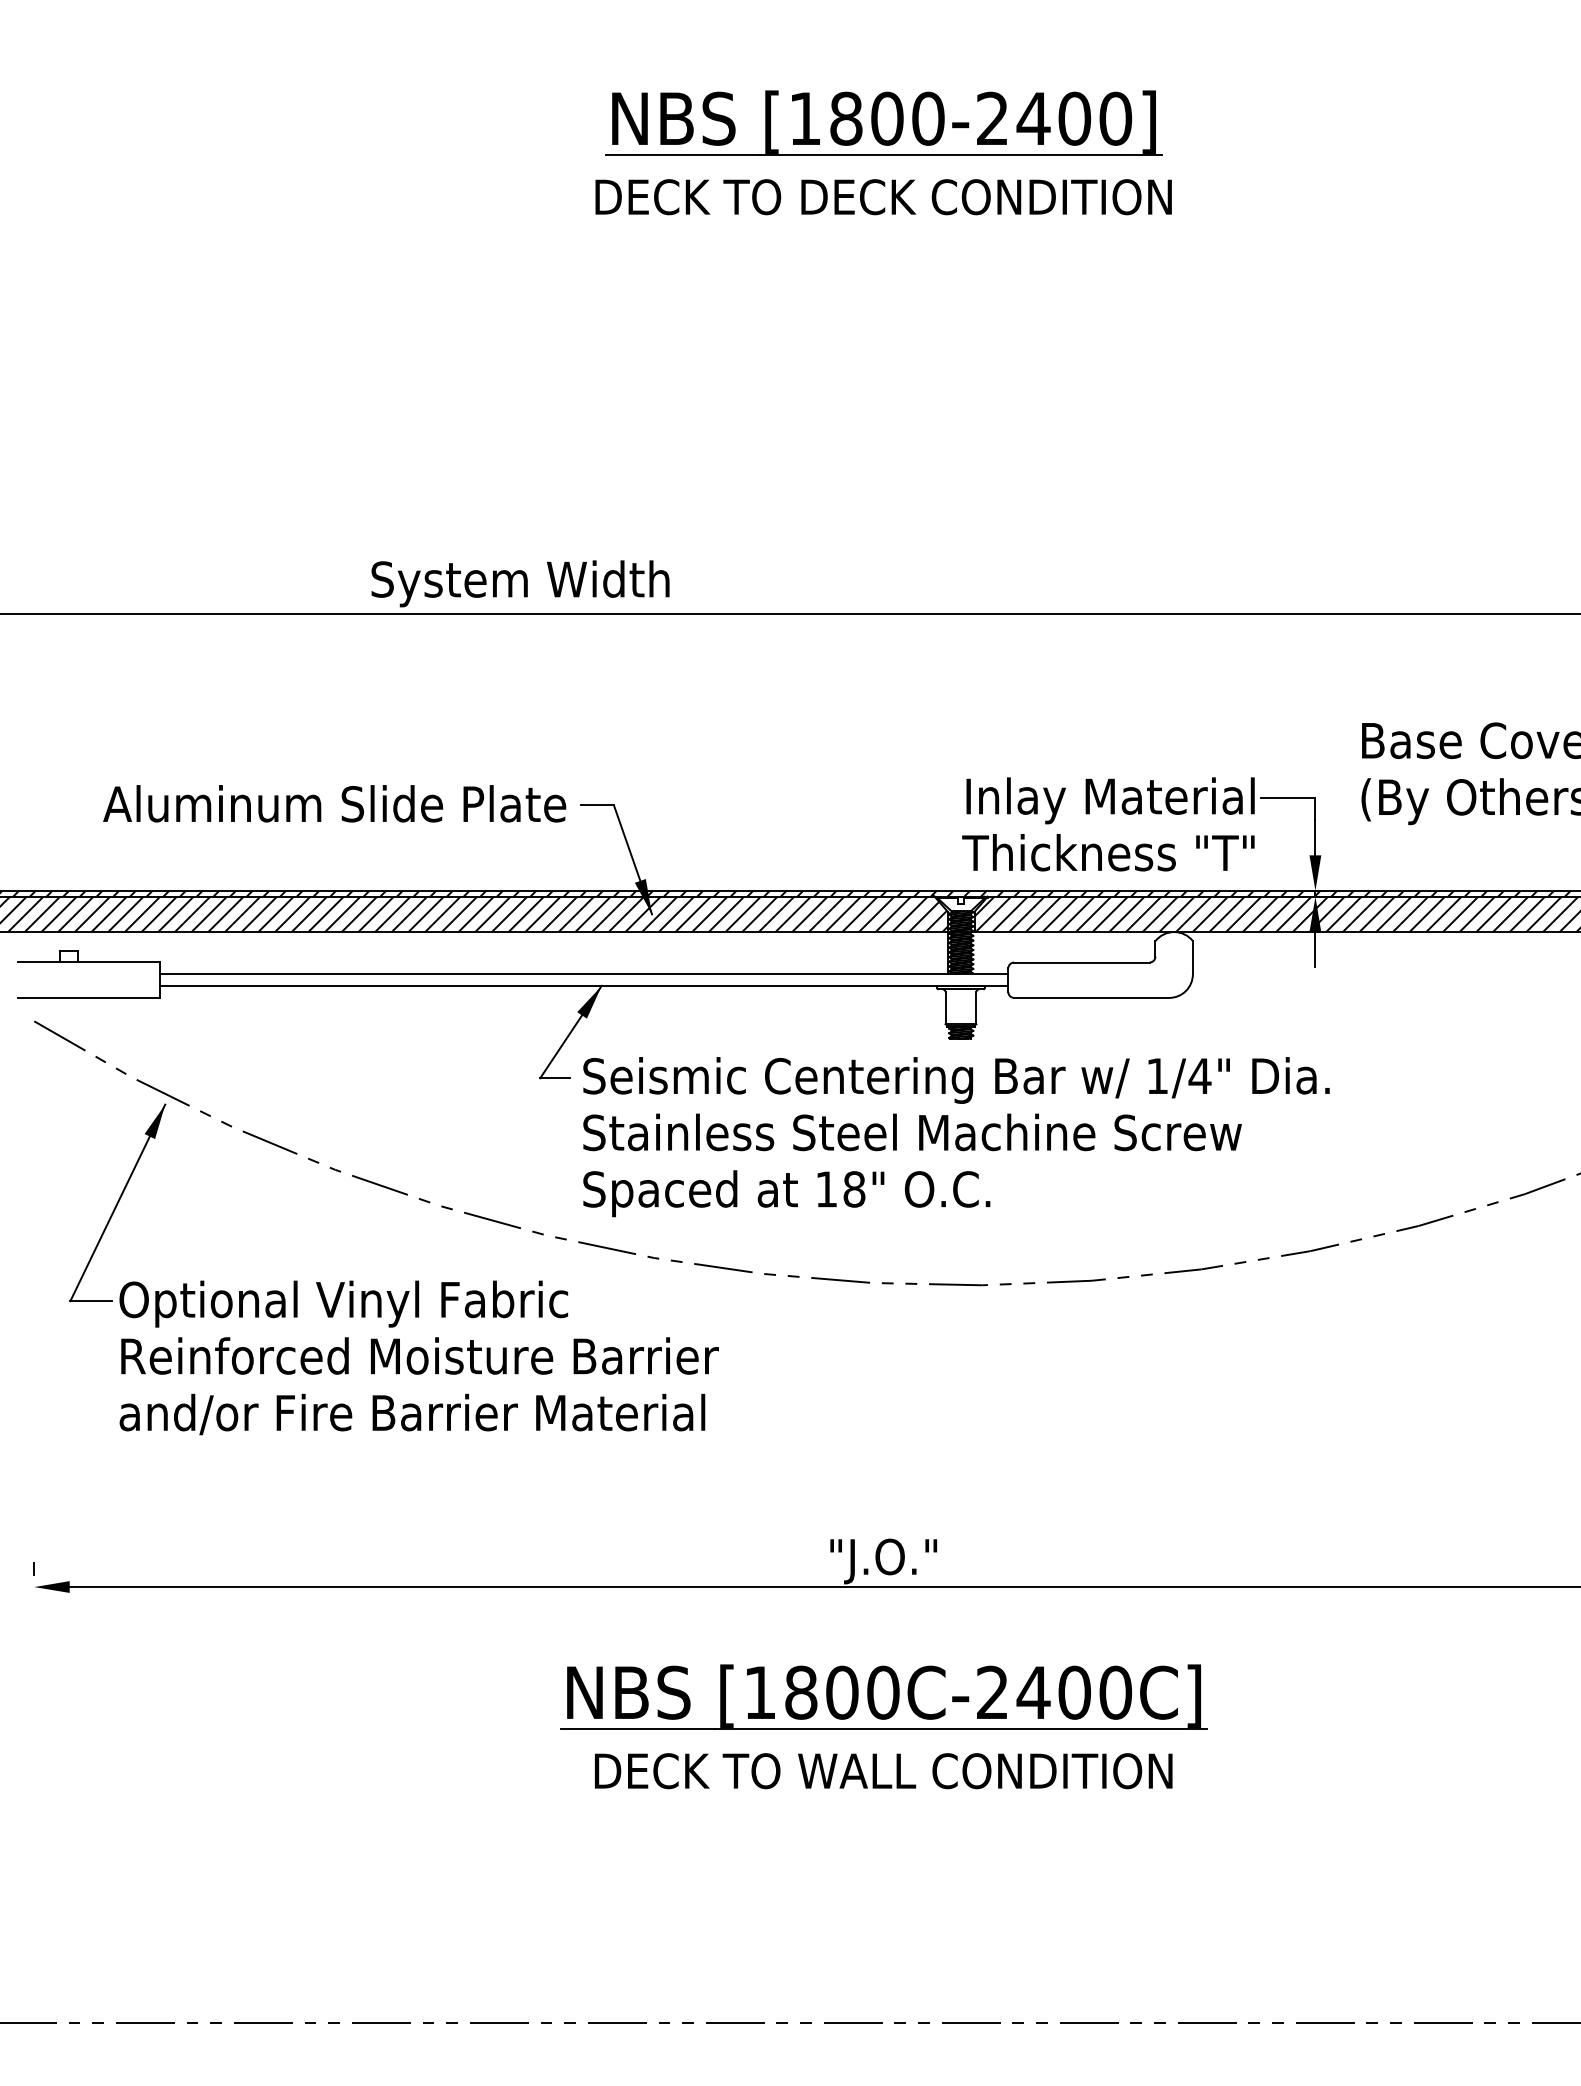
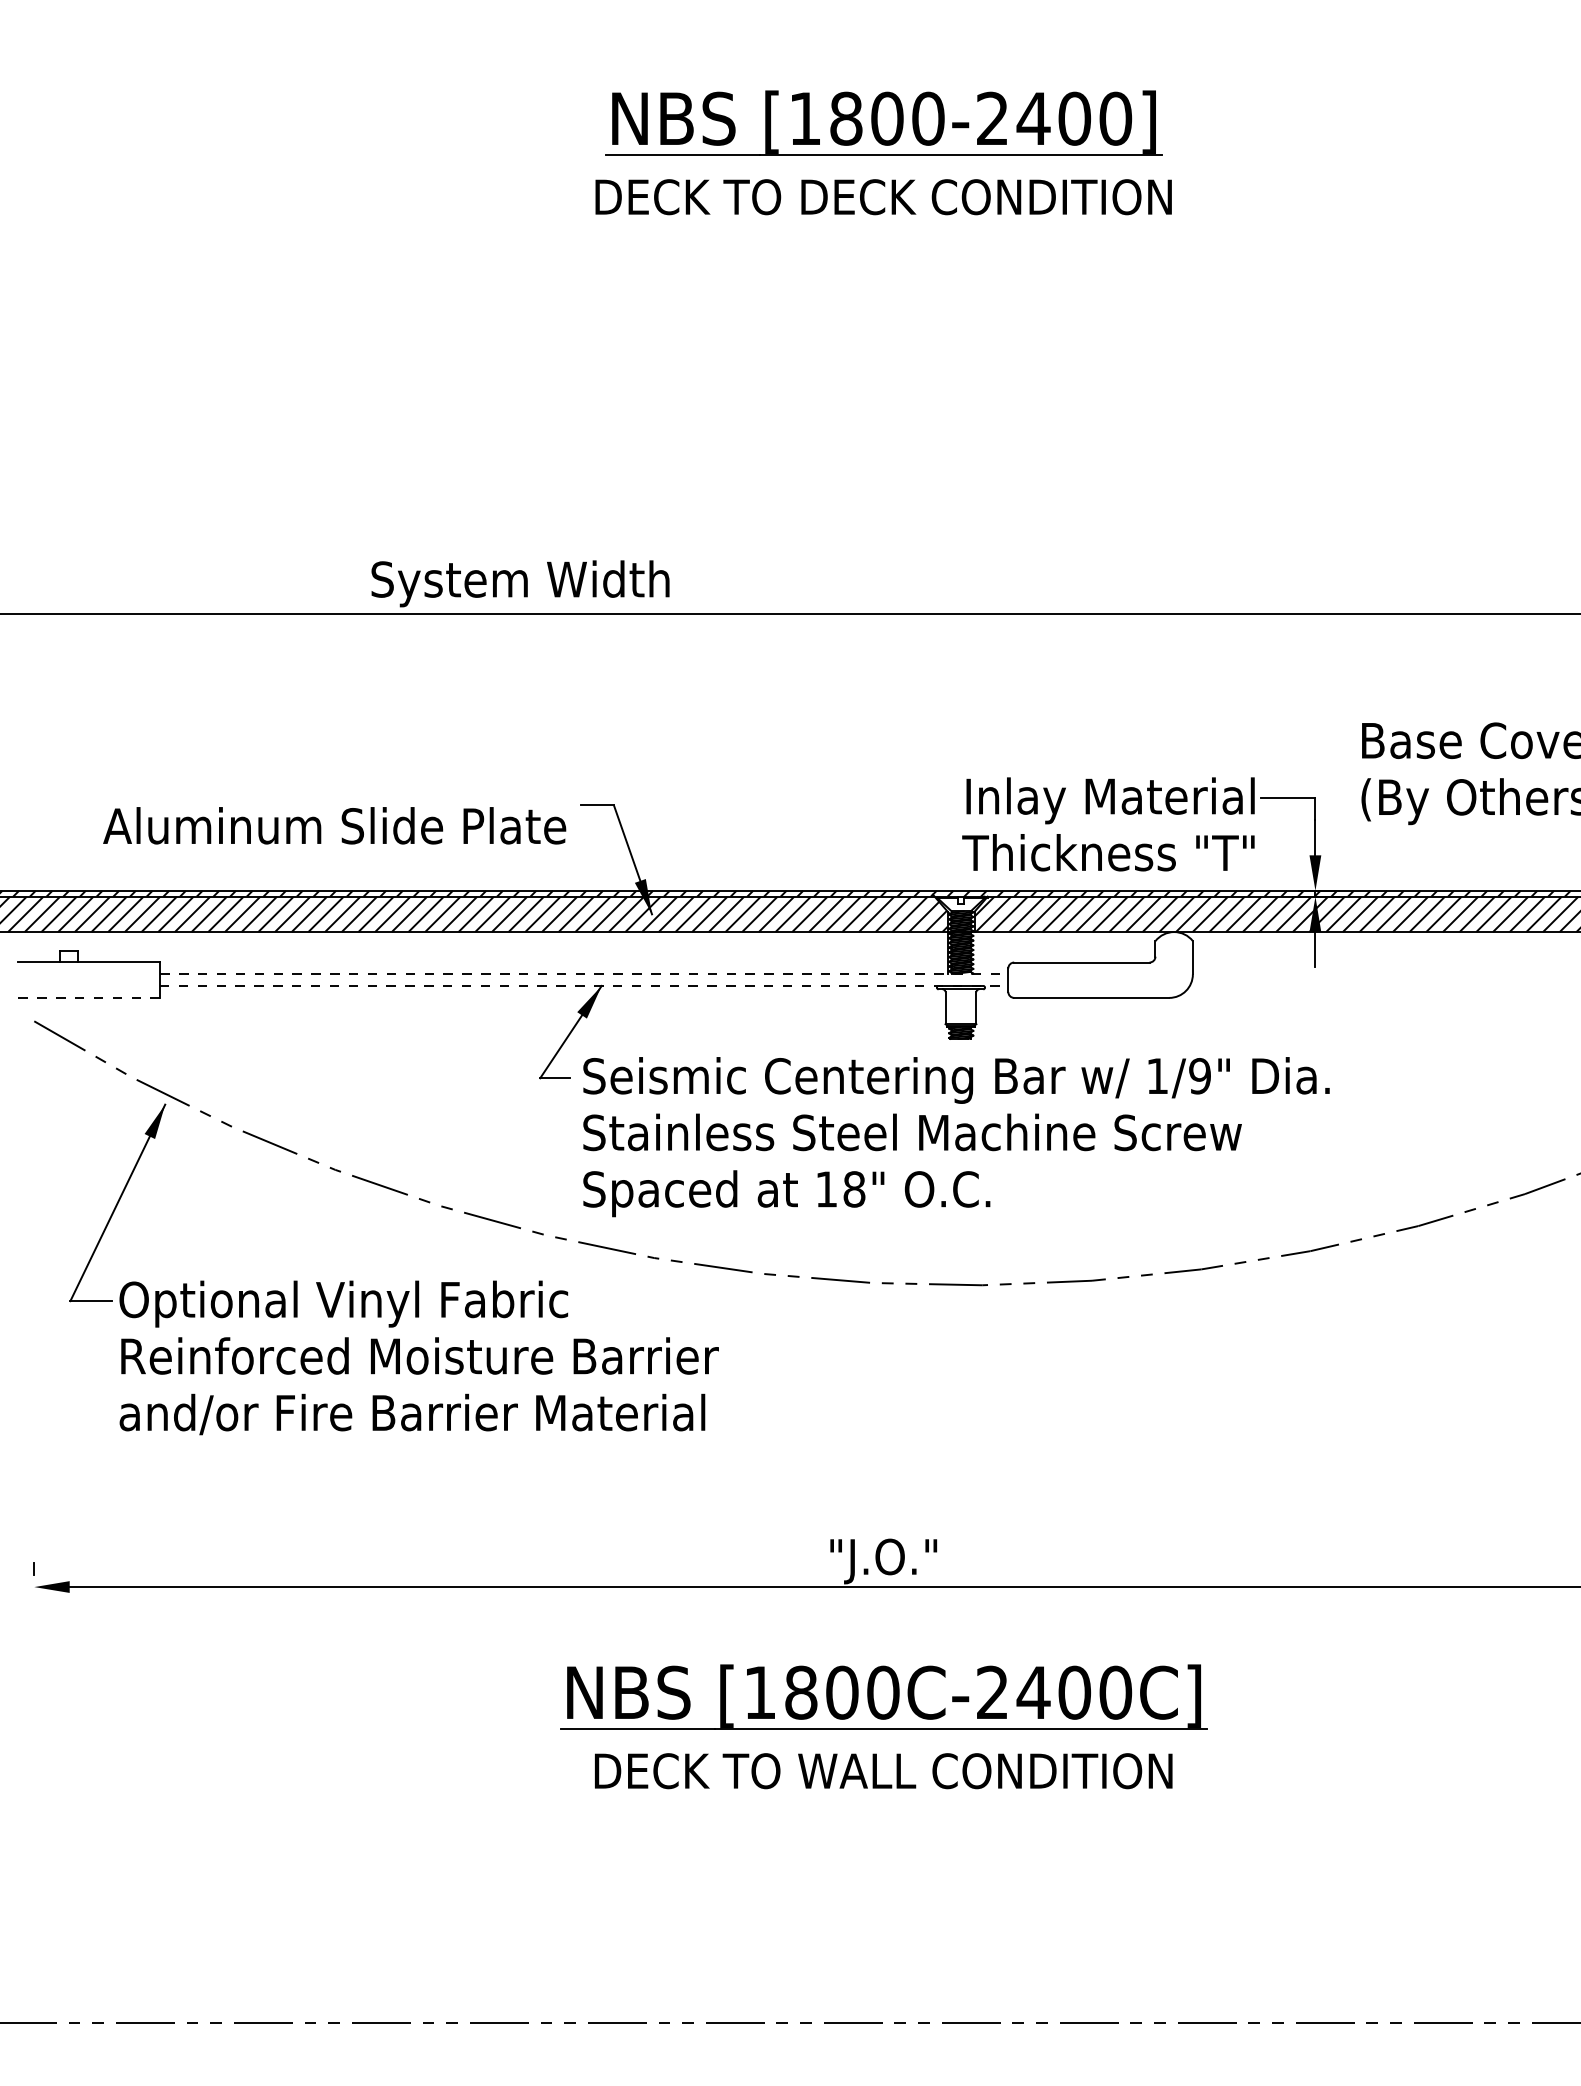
text at (334, 803) position: (334, 803) -> (334, 825)
line at (584, 973): solid -> dashed
line at (584, 985): solid -> dashed
line at (88, 997): solid -> dashed
text at (1199, 1076): 1/4" -> 1/9"
